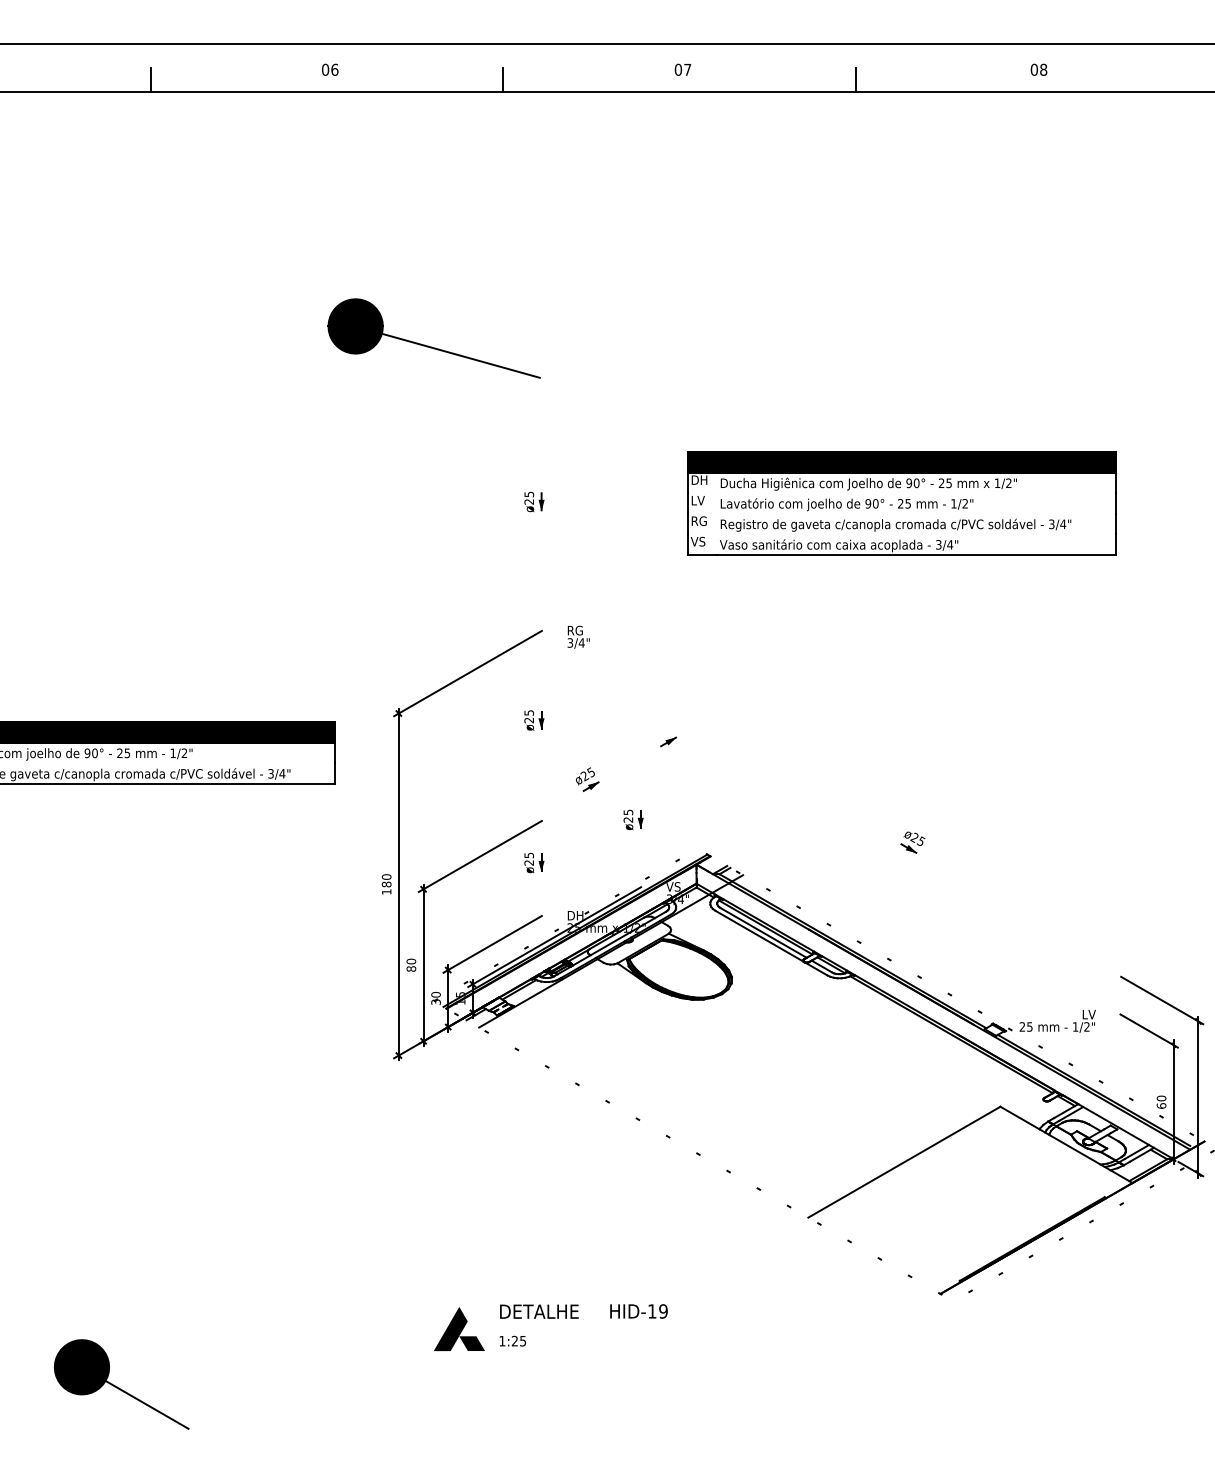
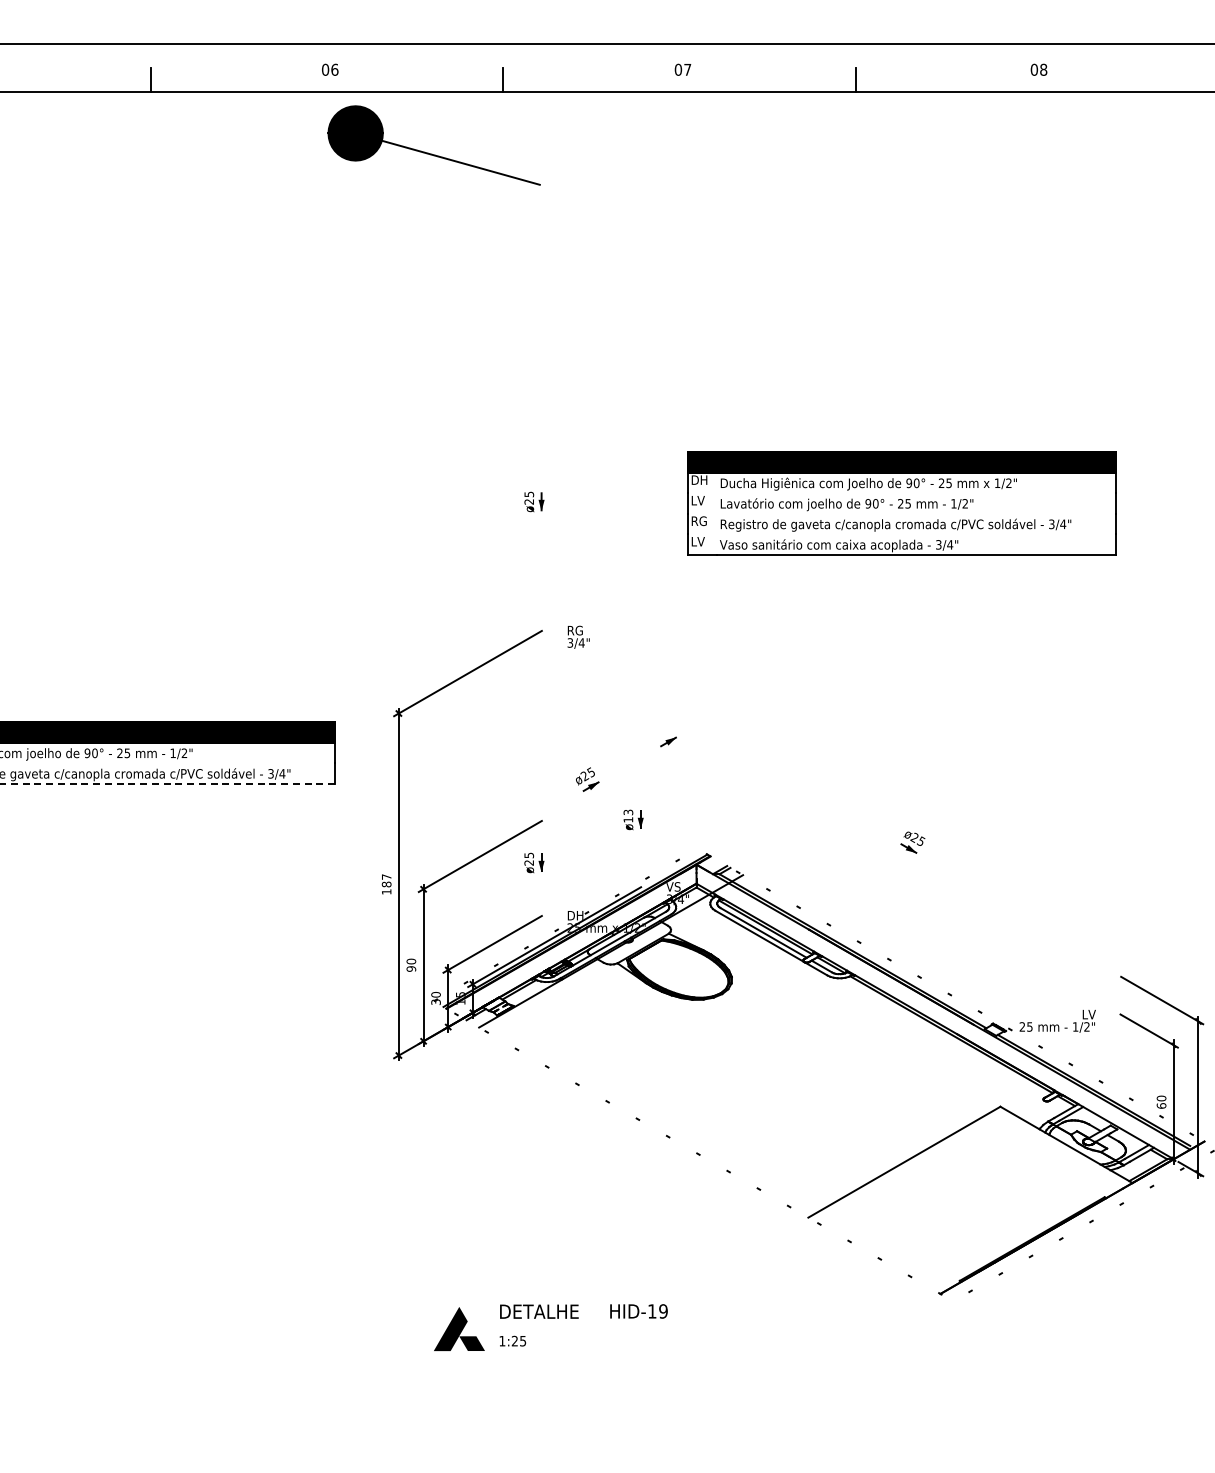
part at (432, 346) position: (432, 346) -> (432, 153)
text at (697, 541): VS -> LV
part at (534, 720): present -> none
line at (167, 783): solid -> dashed
text at (628, 816): ø25 -> ø13
text at (386, 876): 180 -> 187
text at (411, 968): 80 -> 90
part at (121, 1384): present -> none
